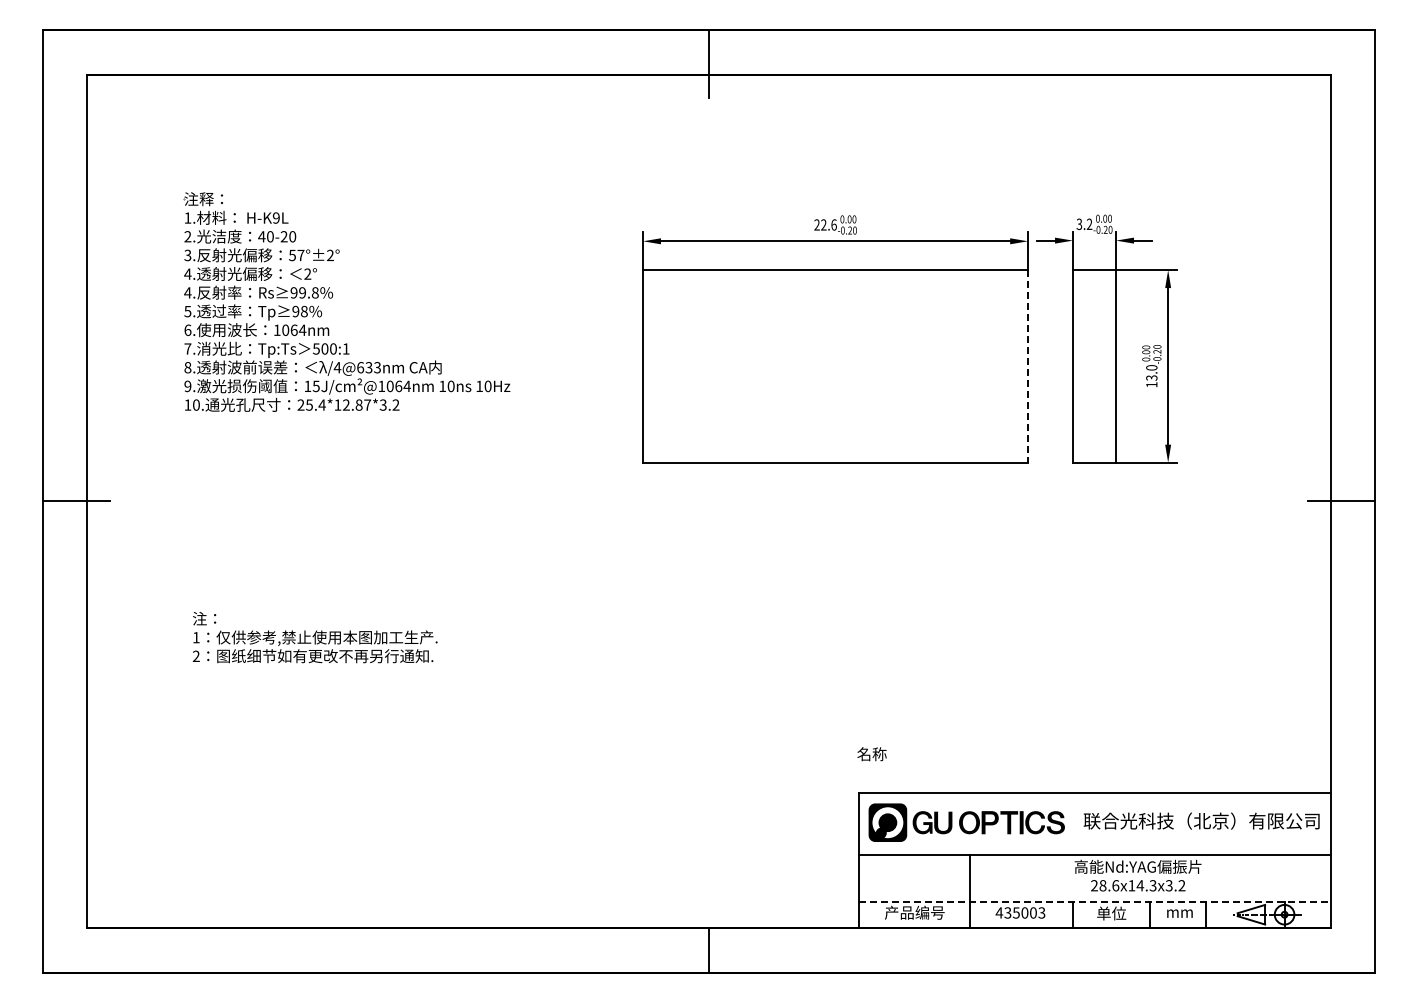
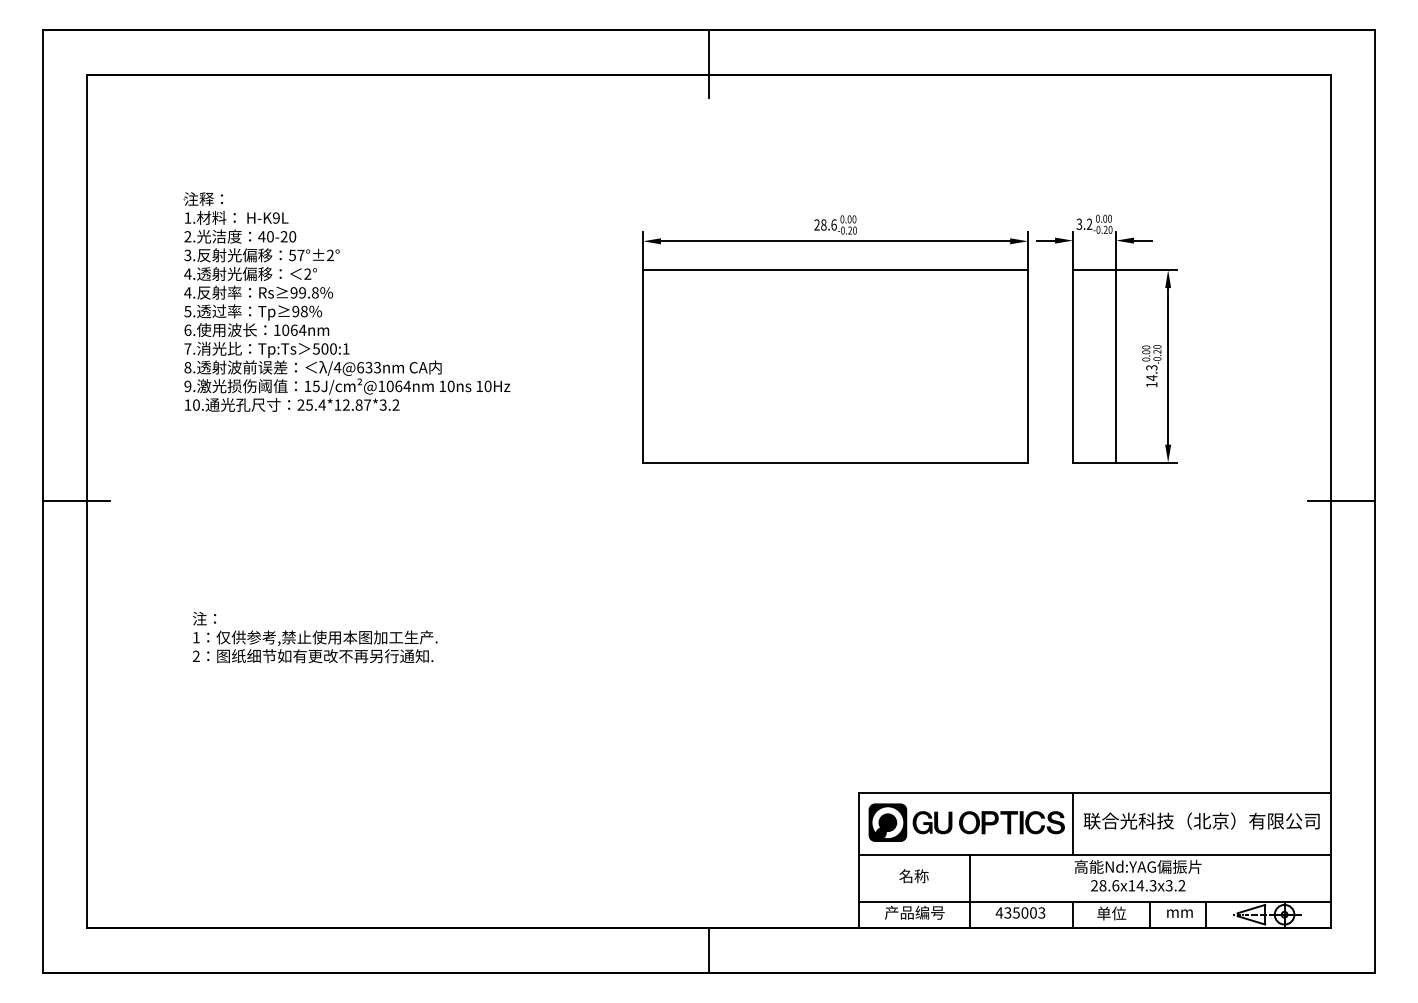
text at (823, 224): 22.6 -> 28.6
line at (1028, 366): dashed -> solid
text at (1151, 373): 13.0 -> 14.3
text at (871, 754) position: (871, 754) -> (913, 876)
line at (1073, 823): none -> present
line at (1094, 901): dashed -> solid
